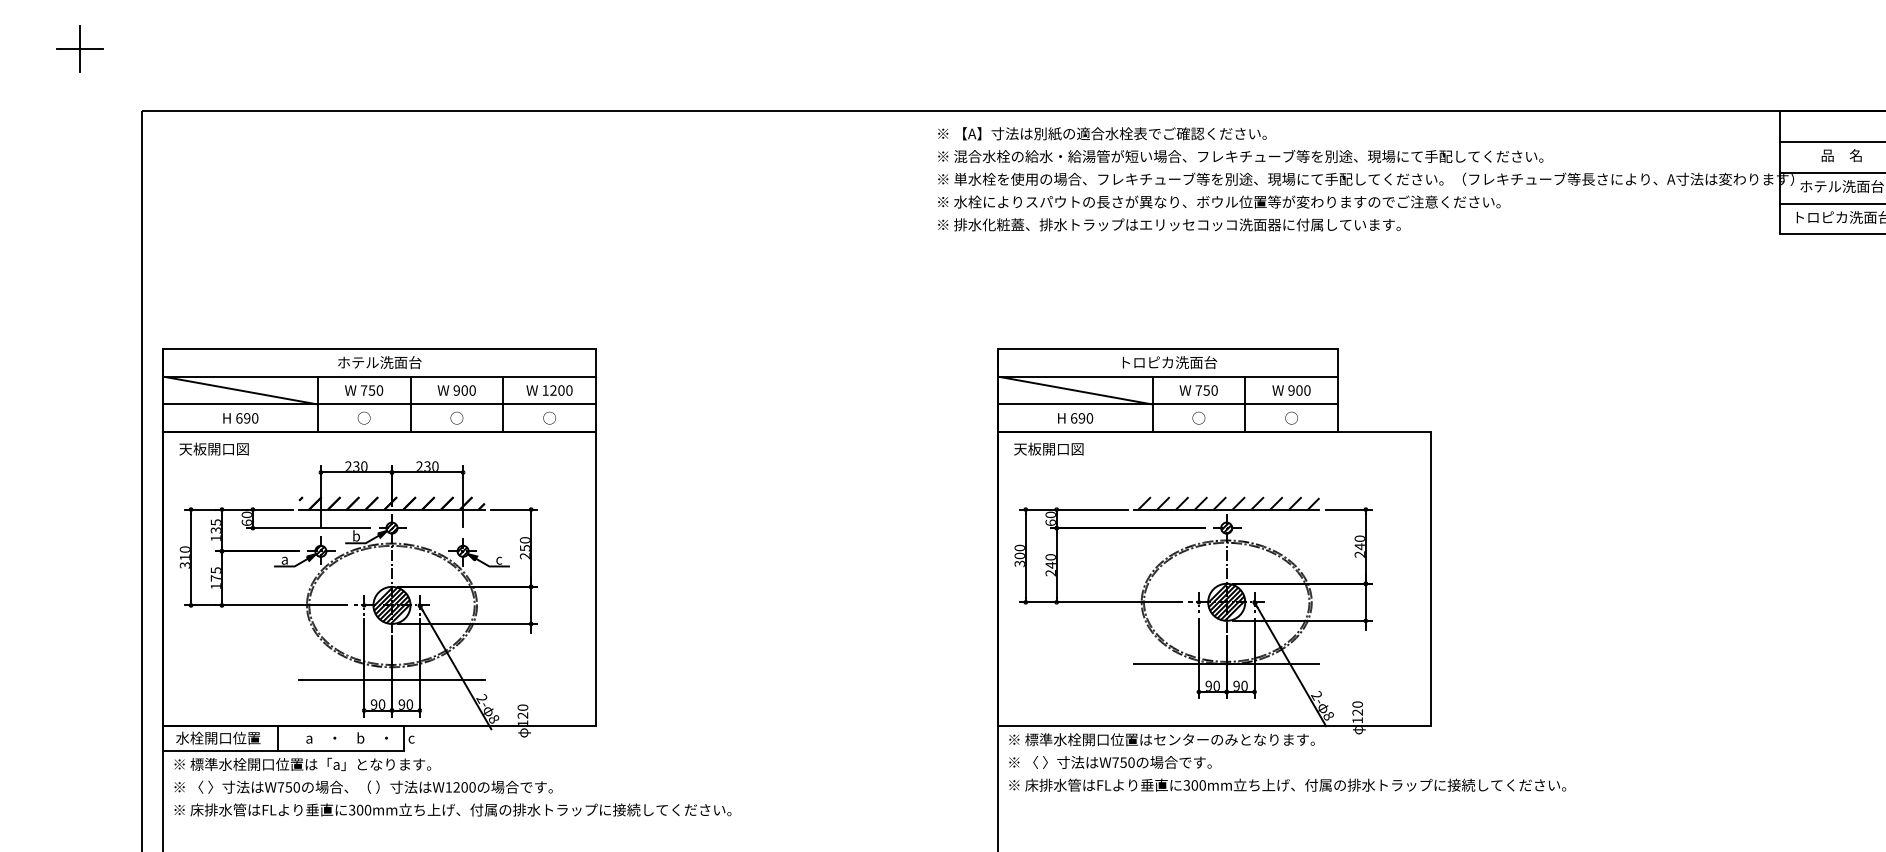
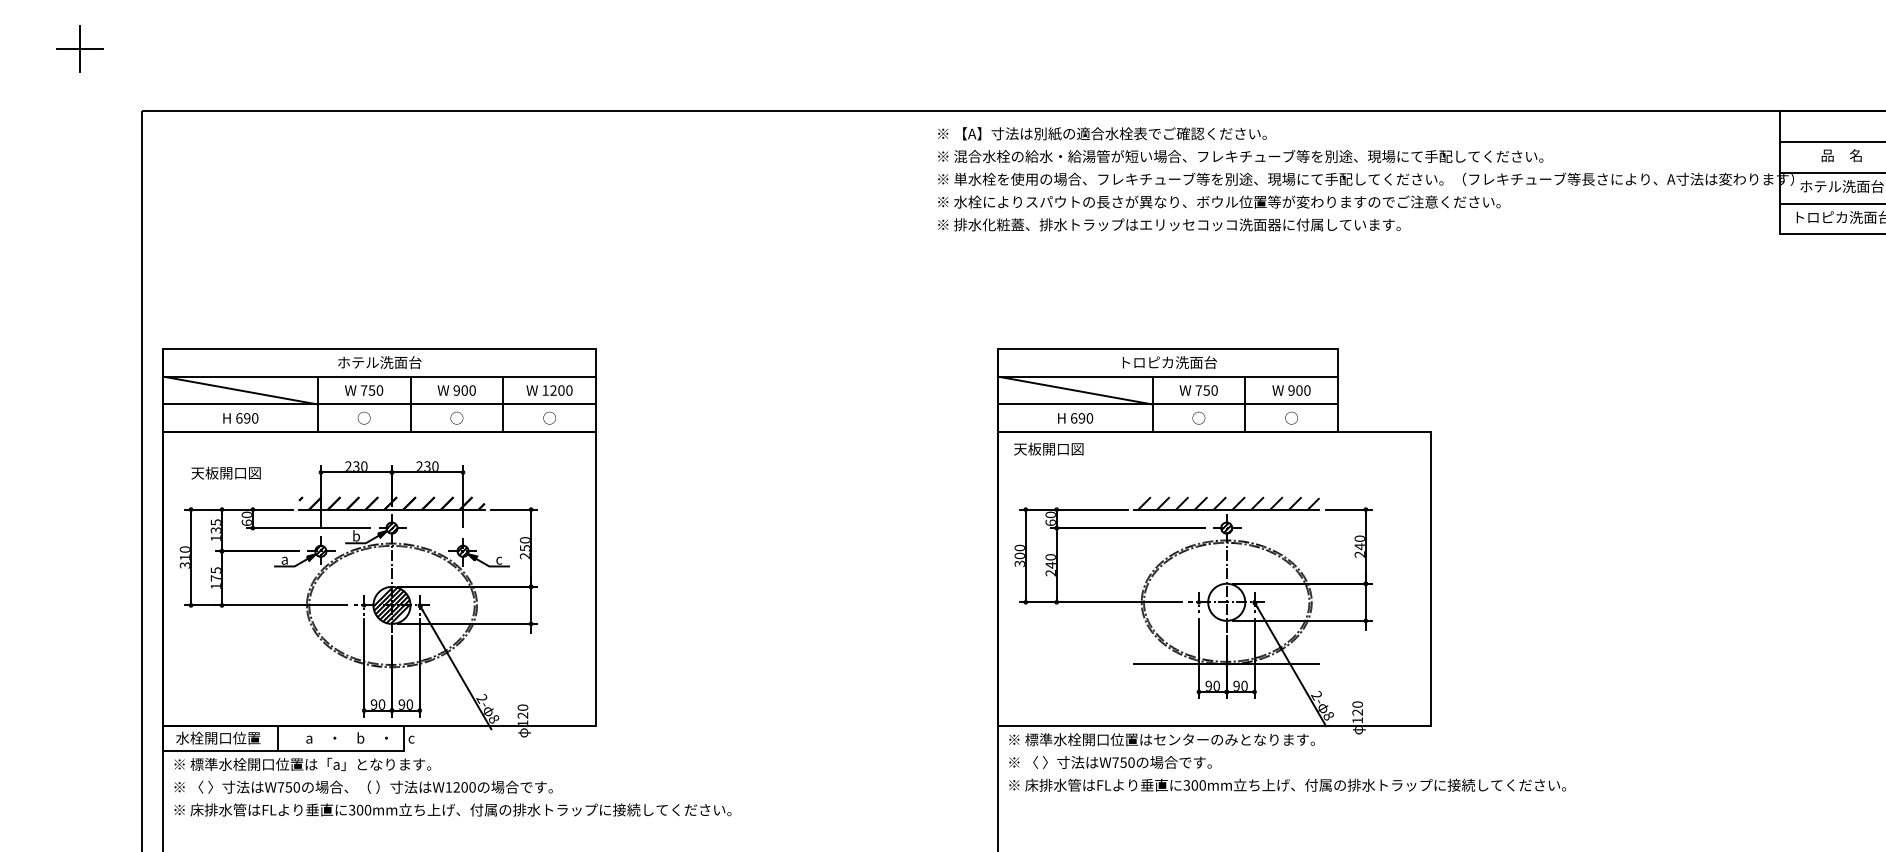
text at (213, 448) position: (213, 448) -> (225, 472)
hatch at (1226, 601): present -> none
line at (391, 679): present -> none
